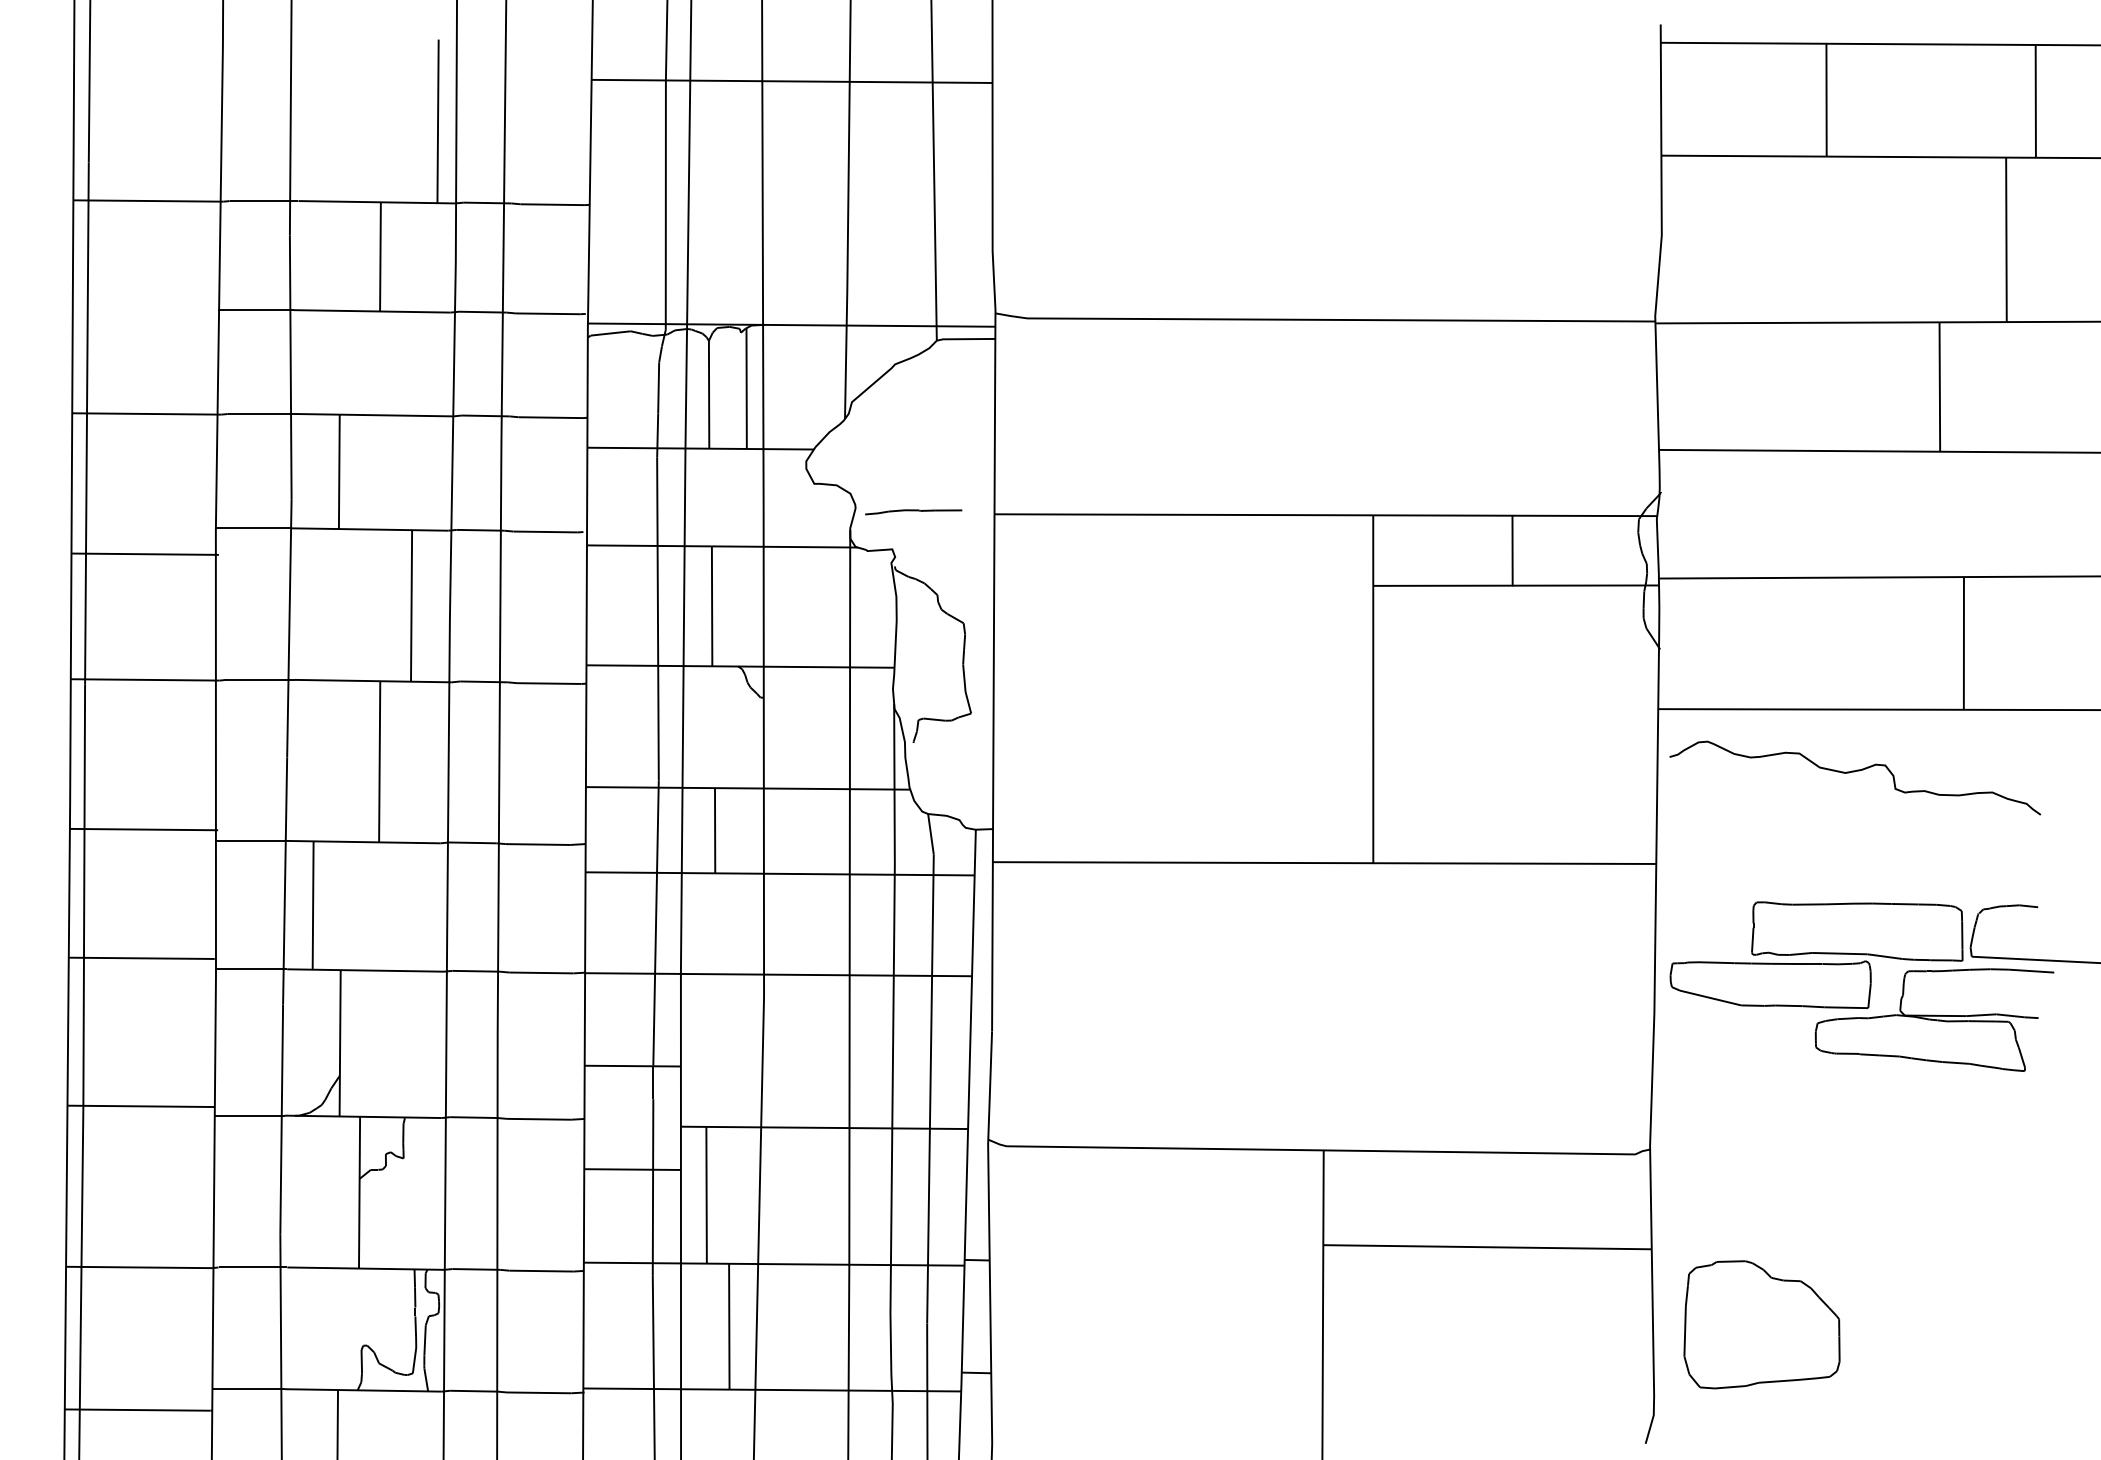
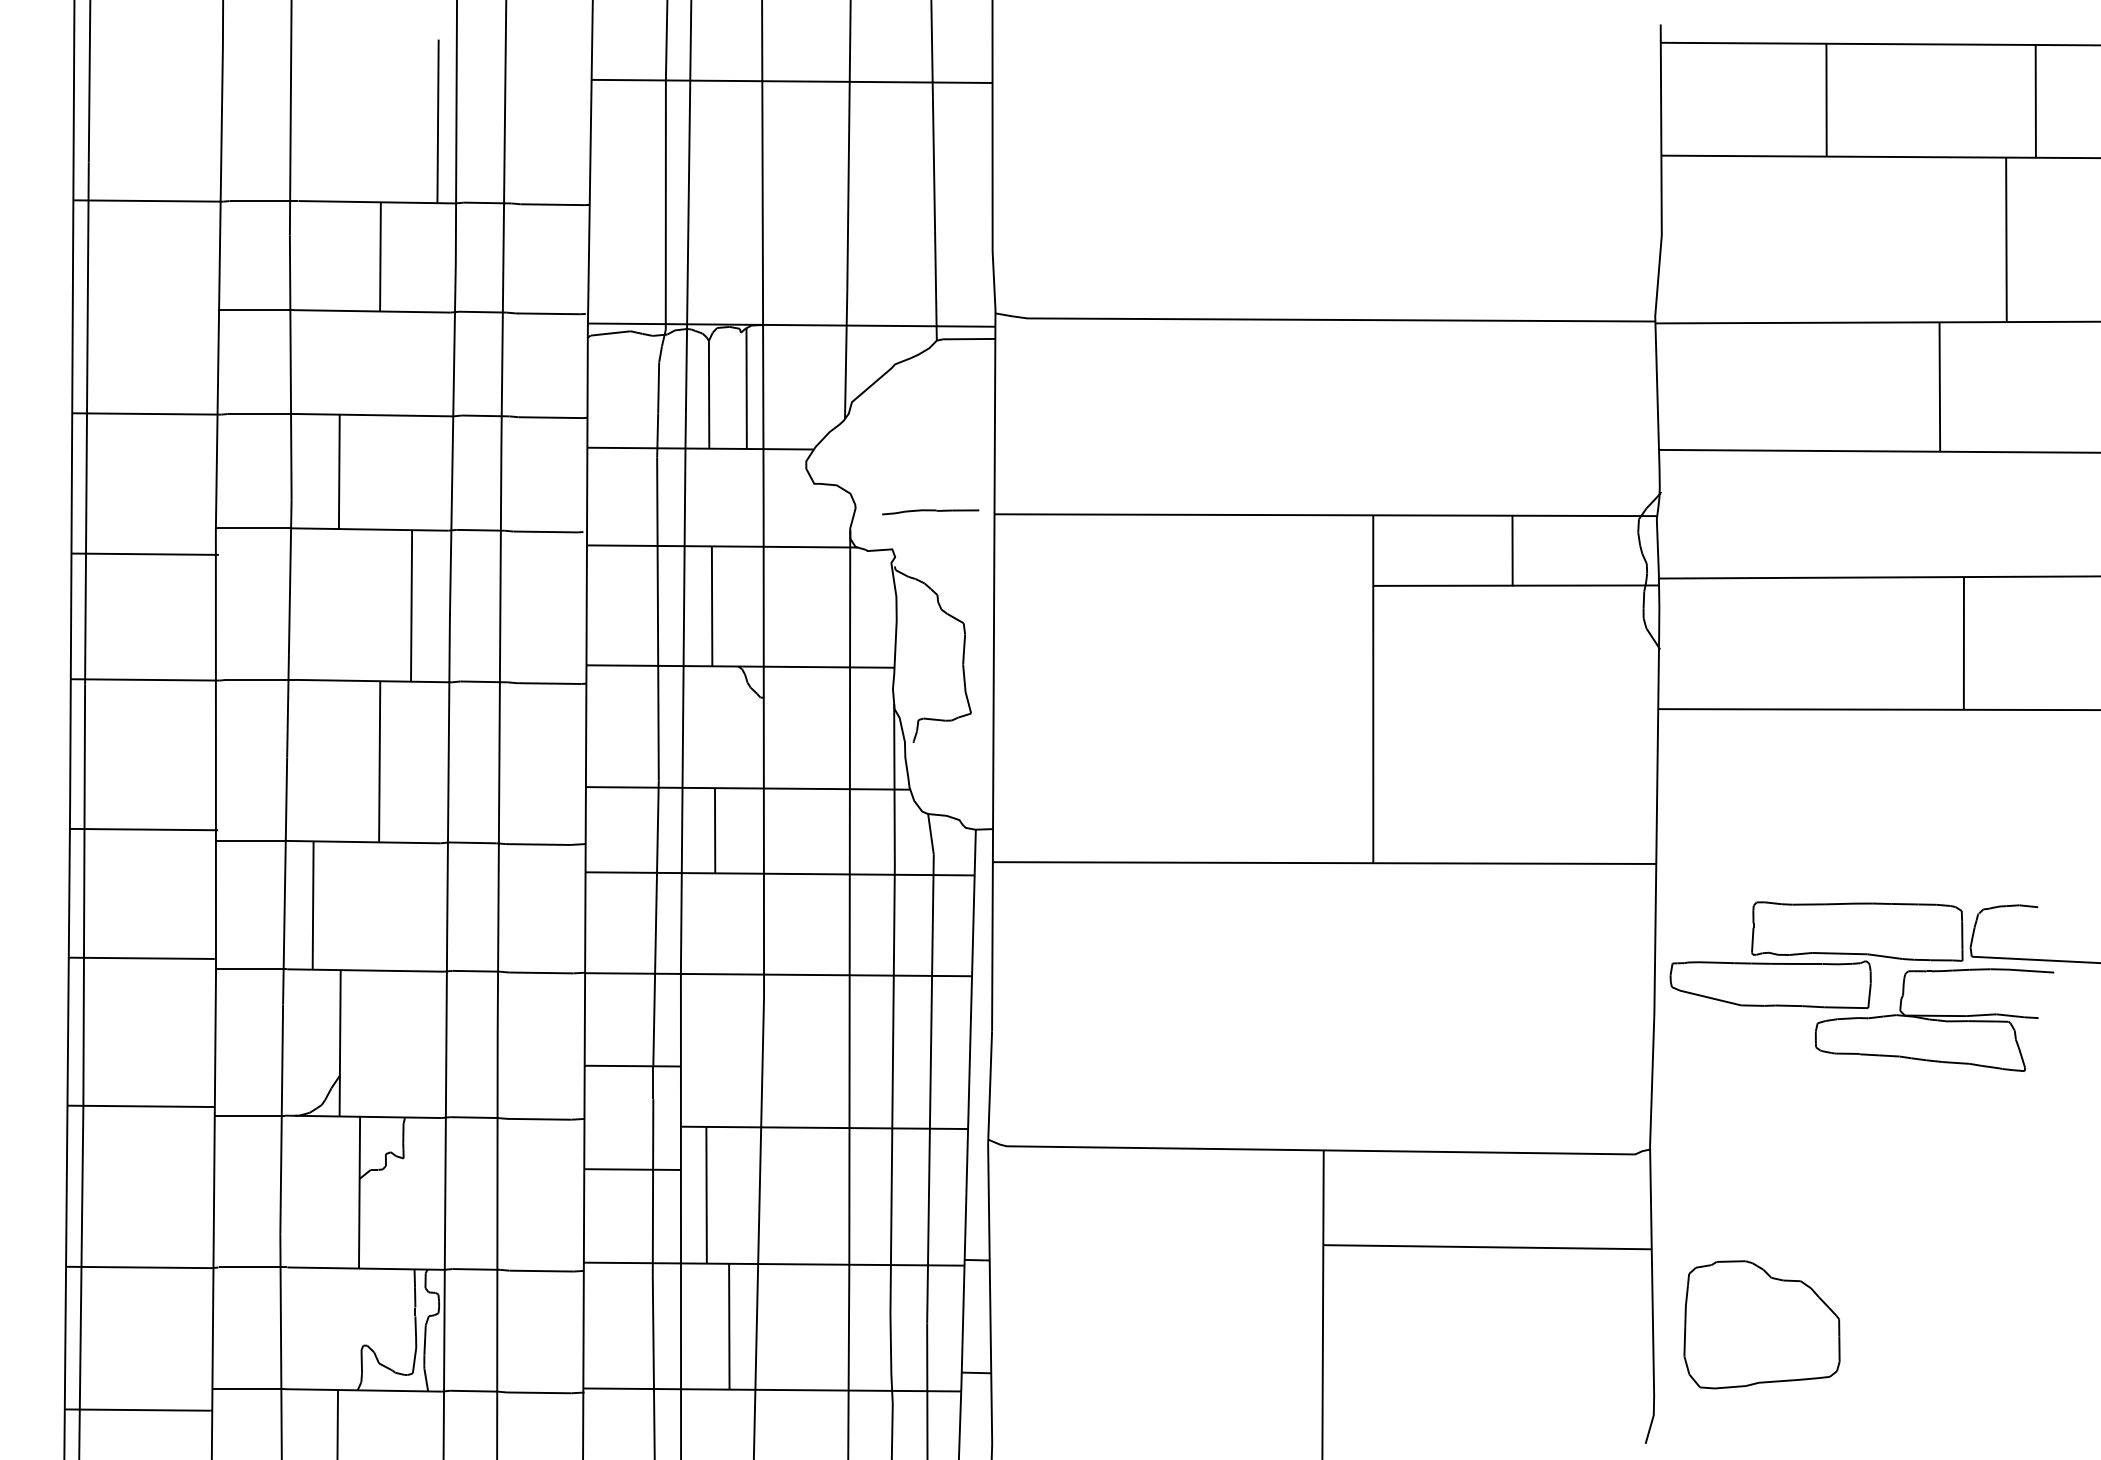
curve at (913, 511) position: (913, 511) -> (930, 511)
curve at (1854, 772): present -> none
